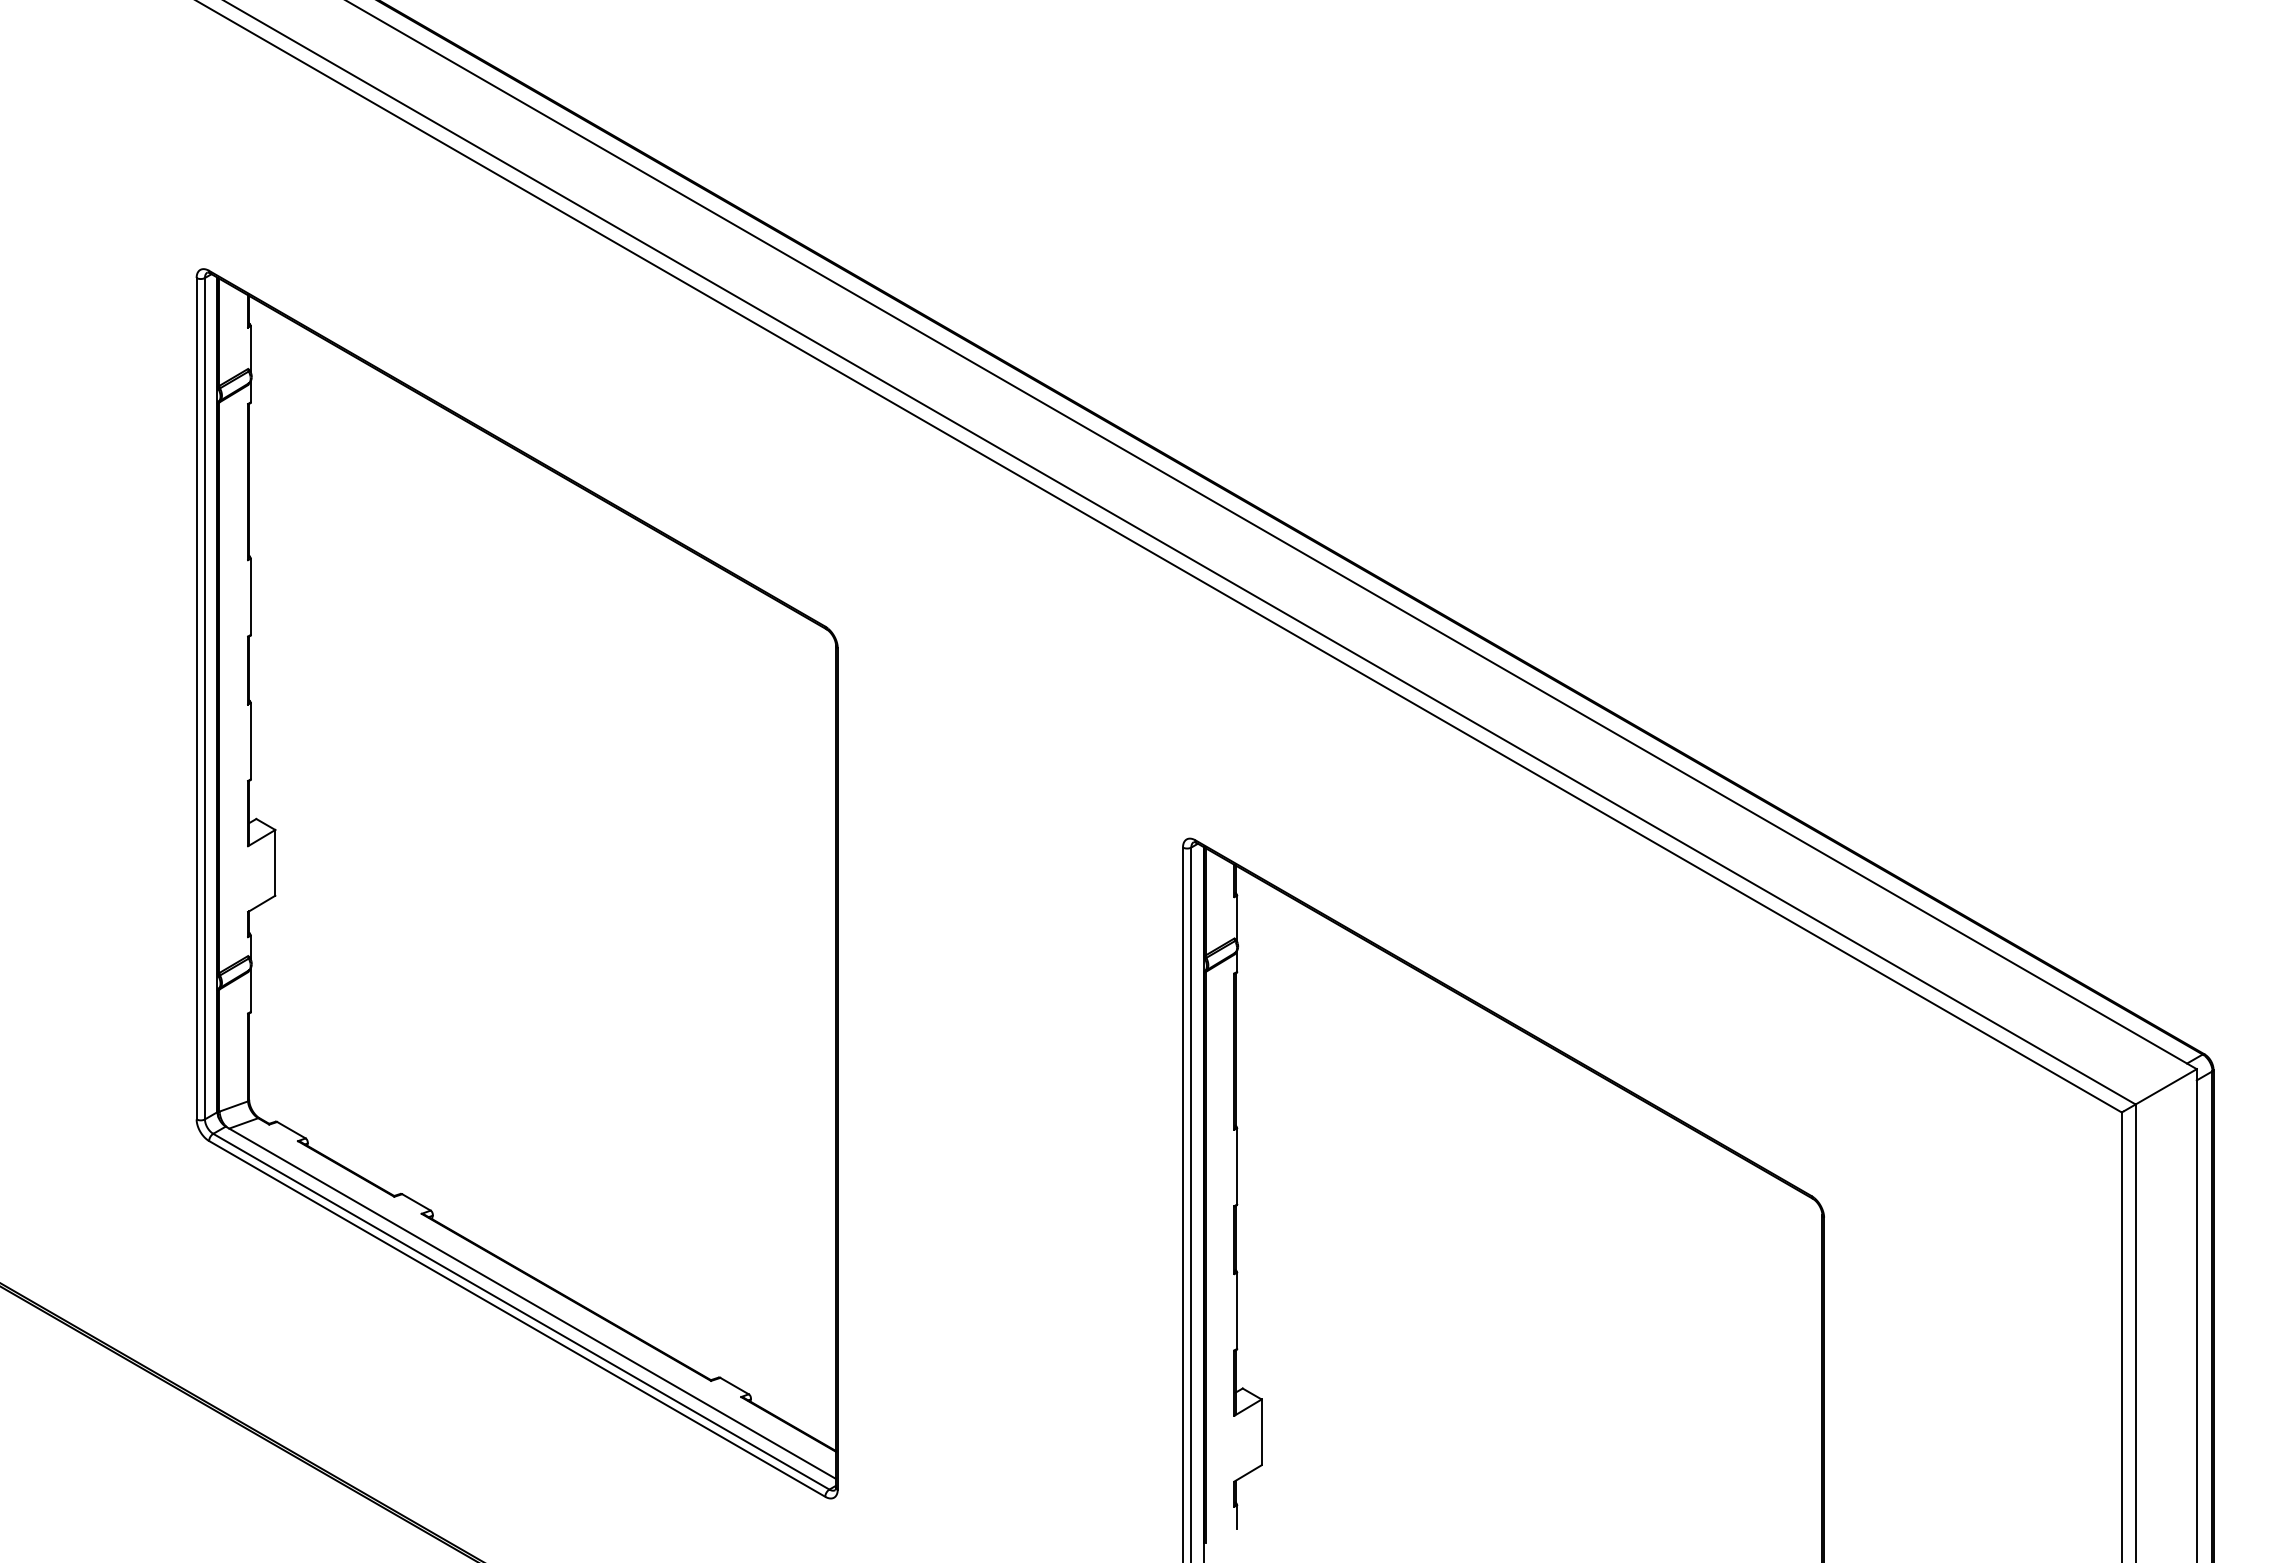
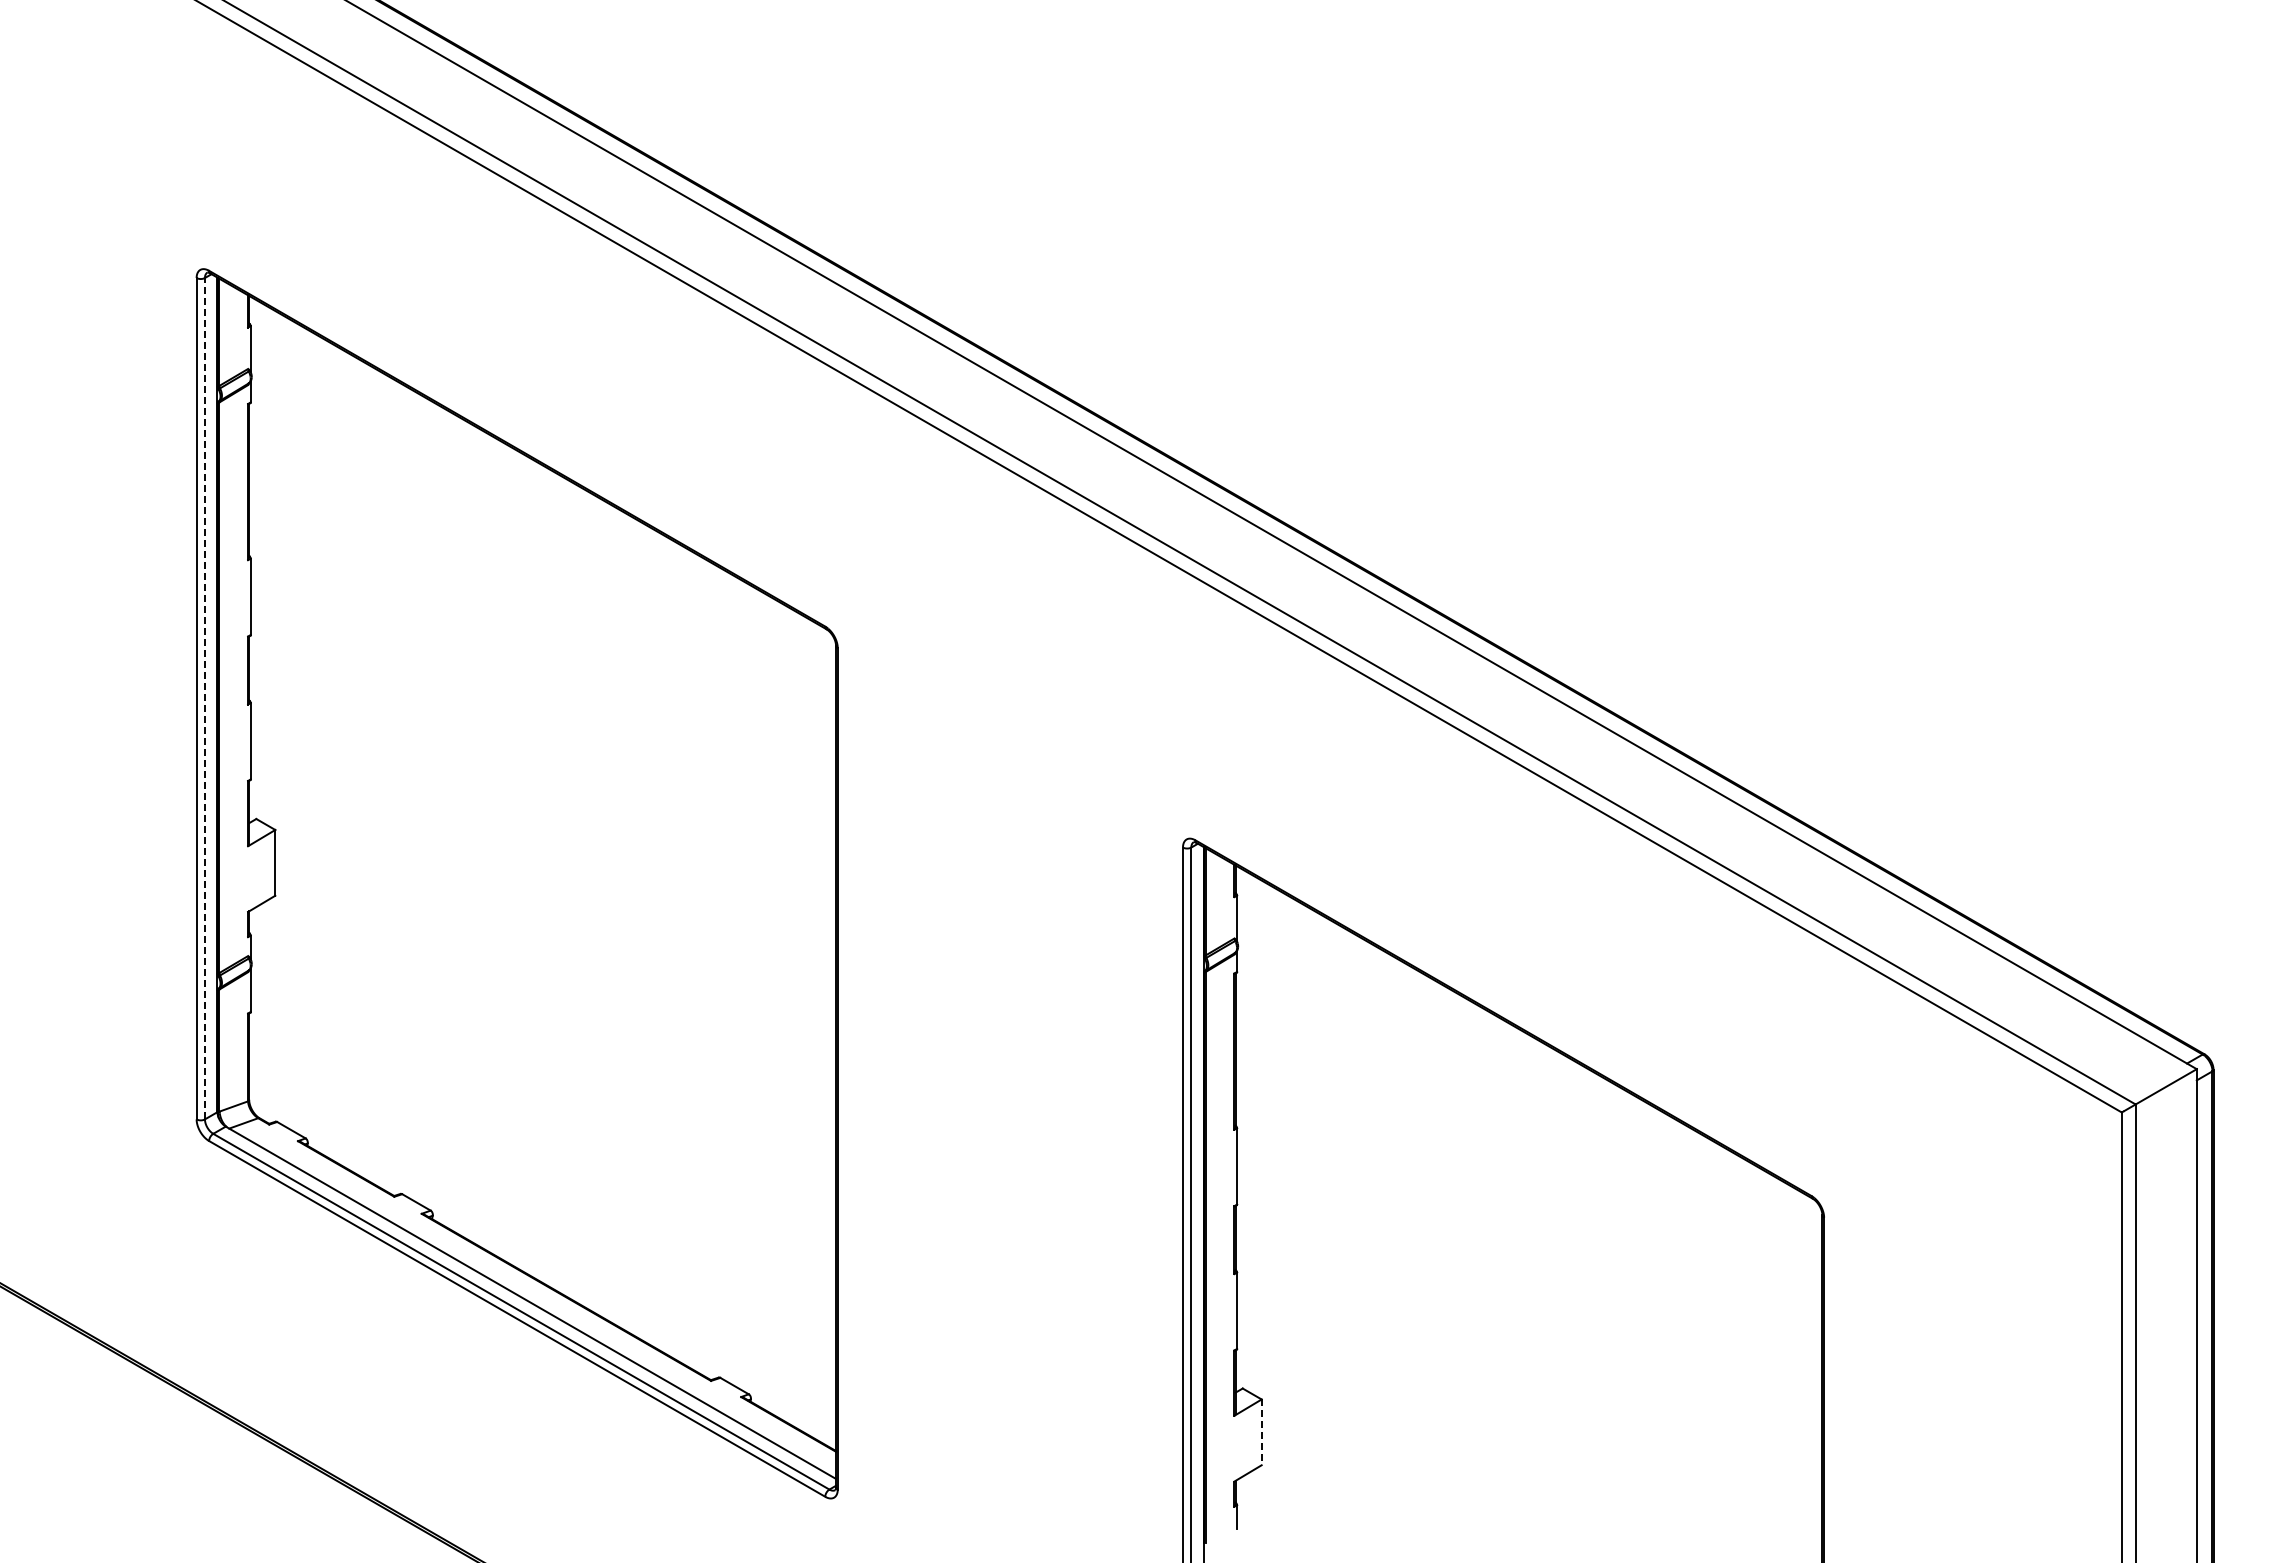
line at (204, 698): solid -> dashed
line at (1261, 1432): solid -> dashed
